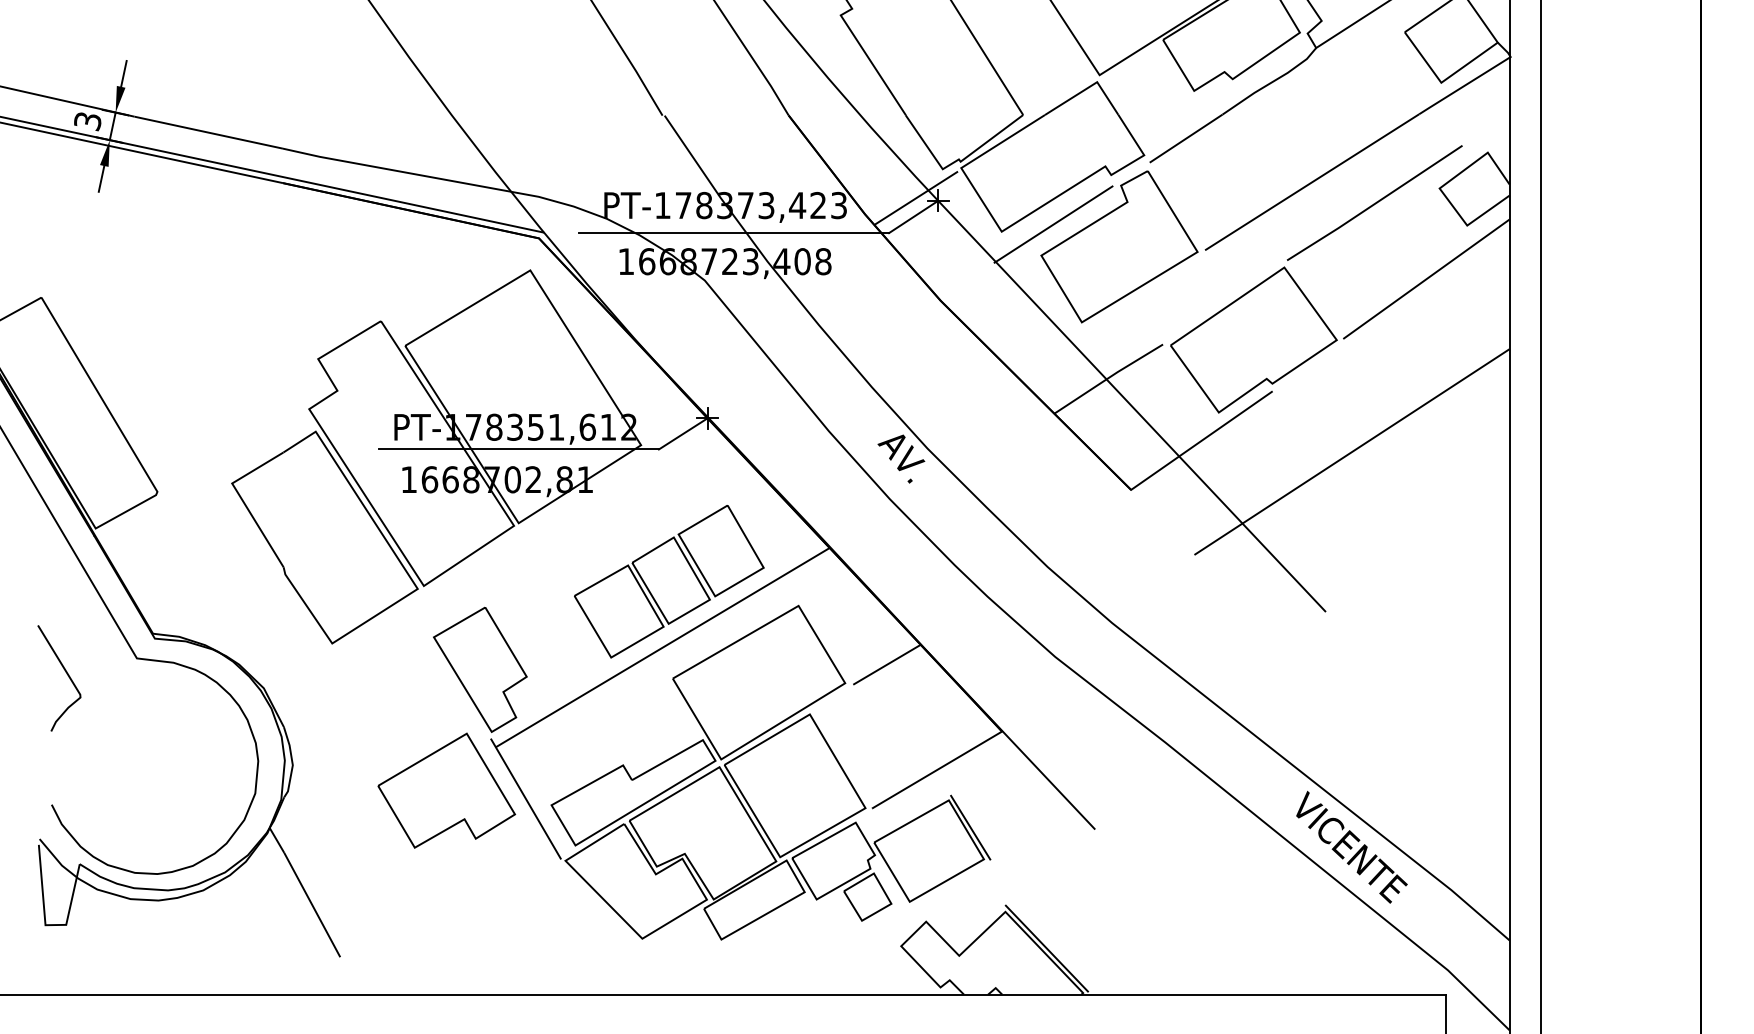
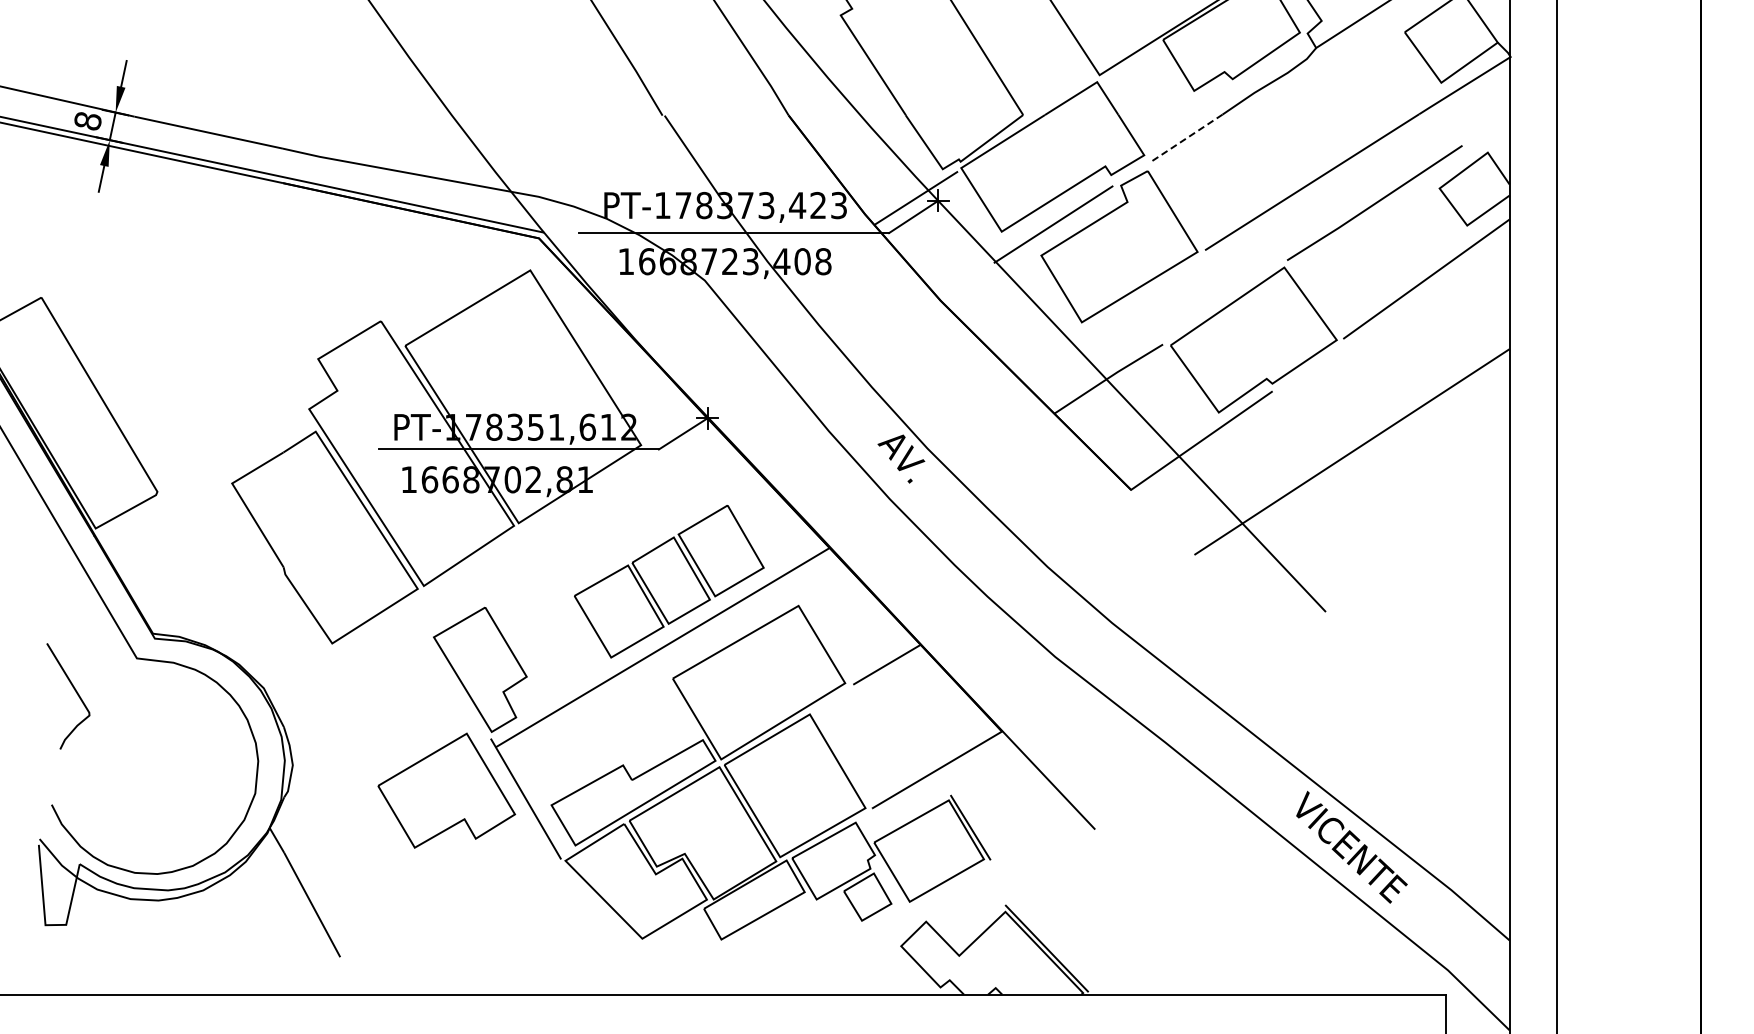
text at (87, 121): 3 -> 8
line at (1186, 138): solid -> dashed
line at (1541, 516) position: (1541, 516) -> (1557, 516)
curve at (66, 674) position: (66, 674) -> (75, 692)
